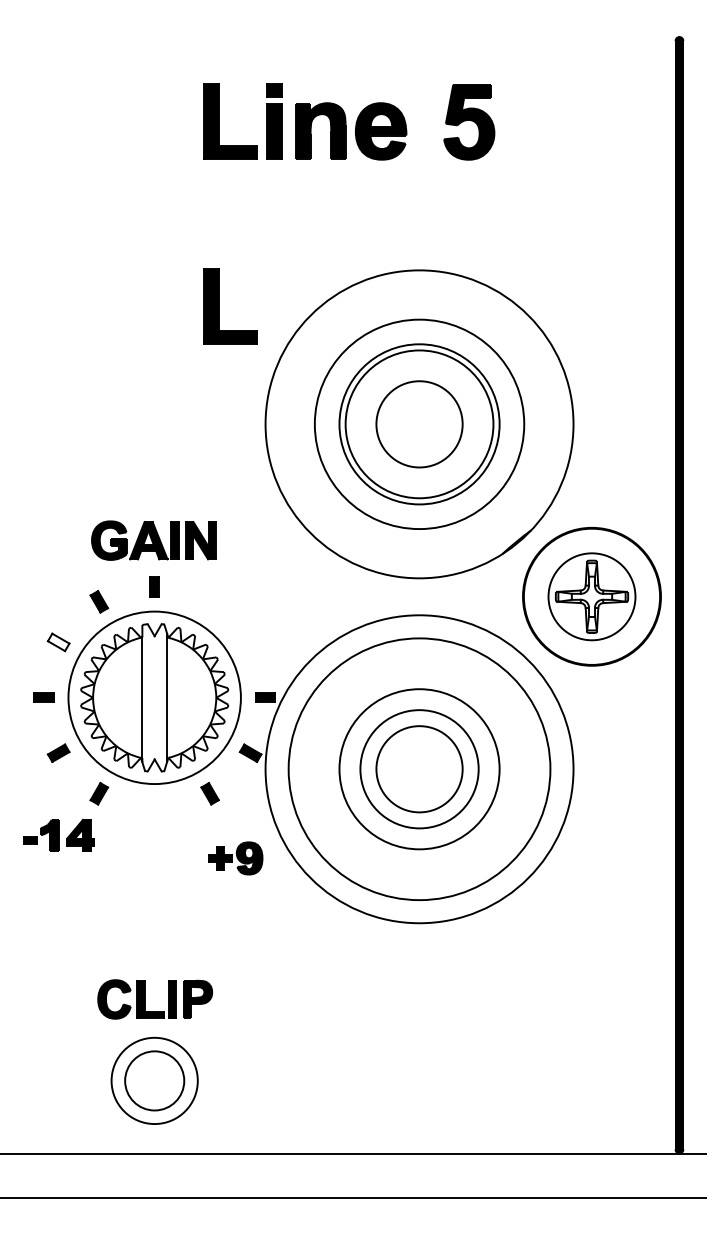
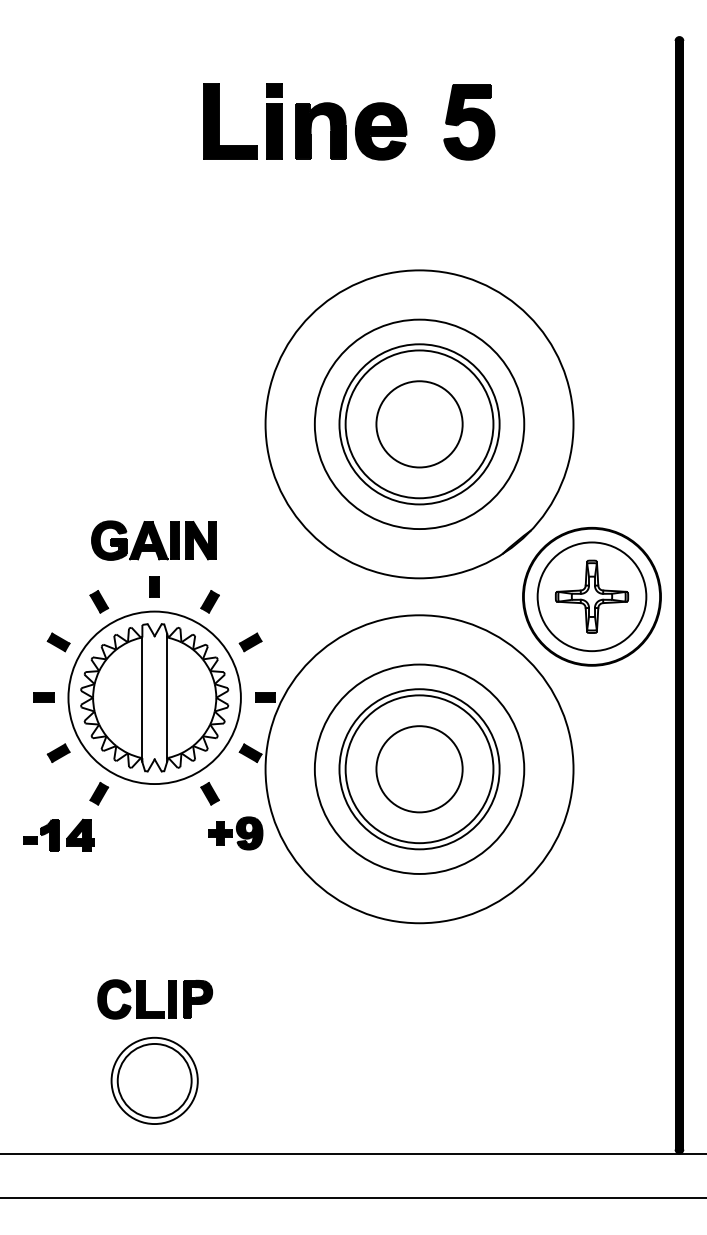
part at (219, 306): present -> none
circle at (591, 596) diameter: 87 px -> 109 px
part at (209, 601): none -> present
fill at (58, 642): none -> present
part at (250, 642): none -> present
circle at (419, 769) diameter: 118 px -> 148 px
circle at (419, 769) diameter: 262 px -> 209 px
part at (235, 858) position: (235, 858) -> (235, 833)
circle at (154, 1080) diameter: 59 px -> 74 px
